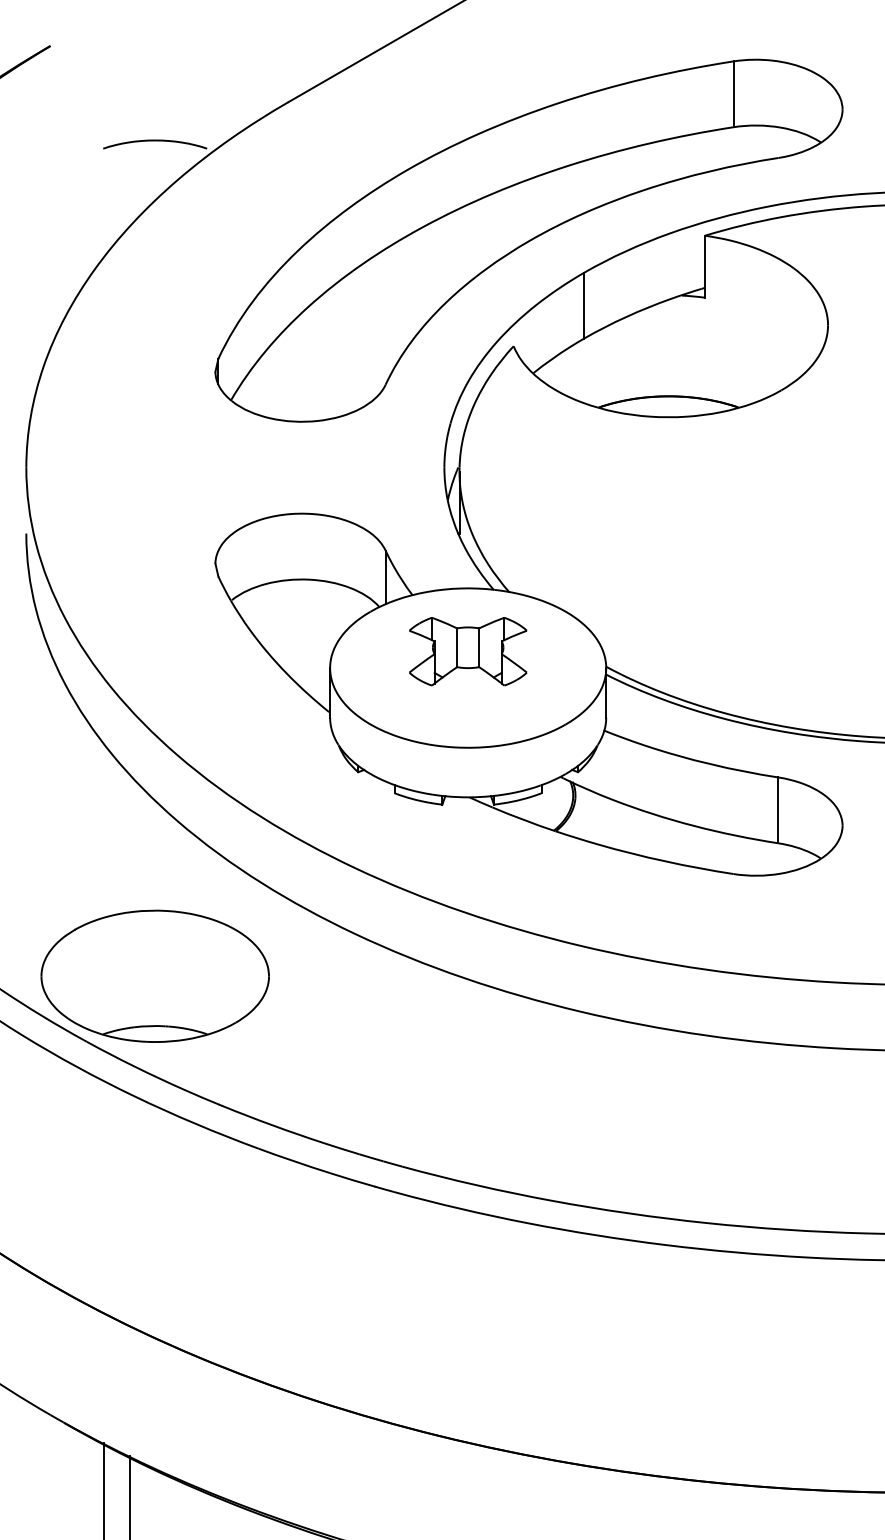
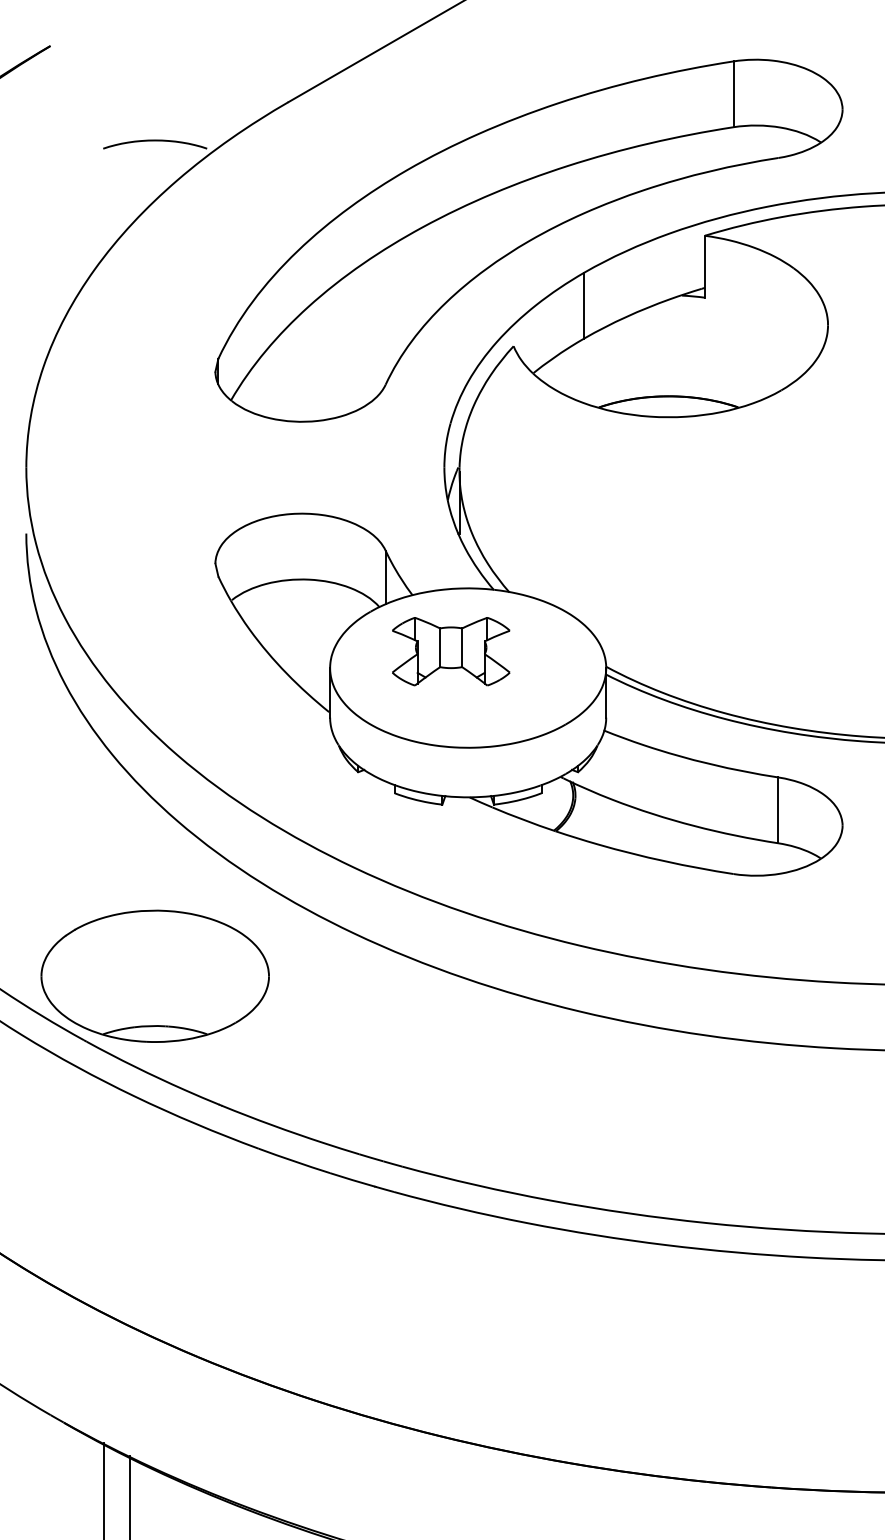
part at (468, 651) position: (468, 651) -> (451, 651)
